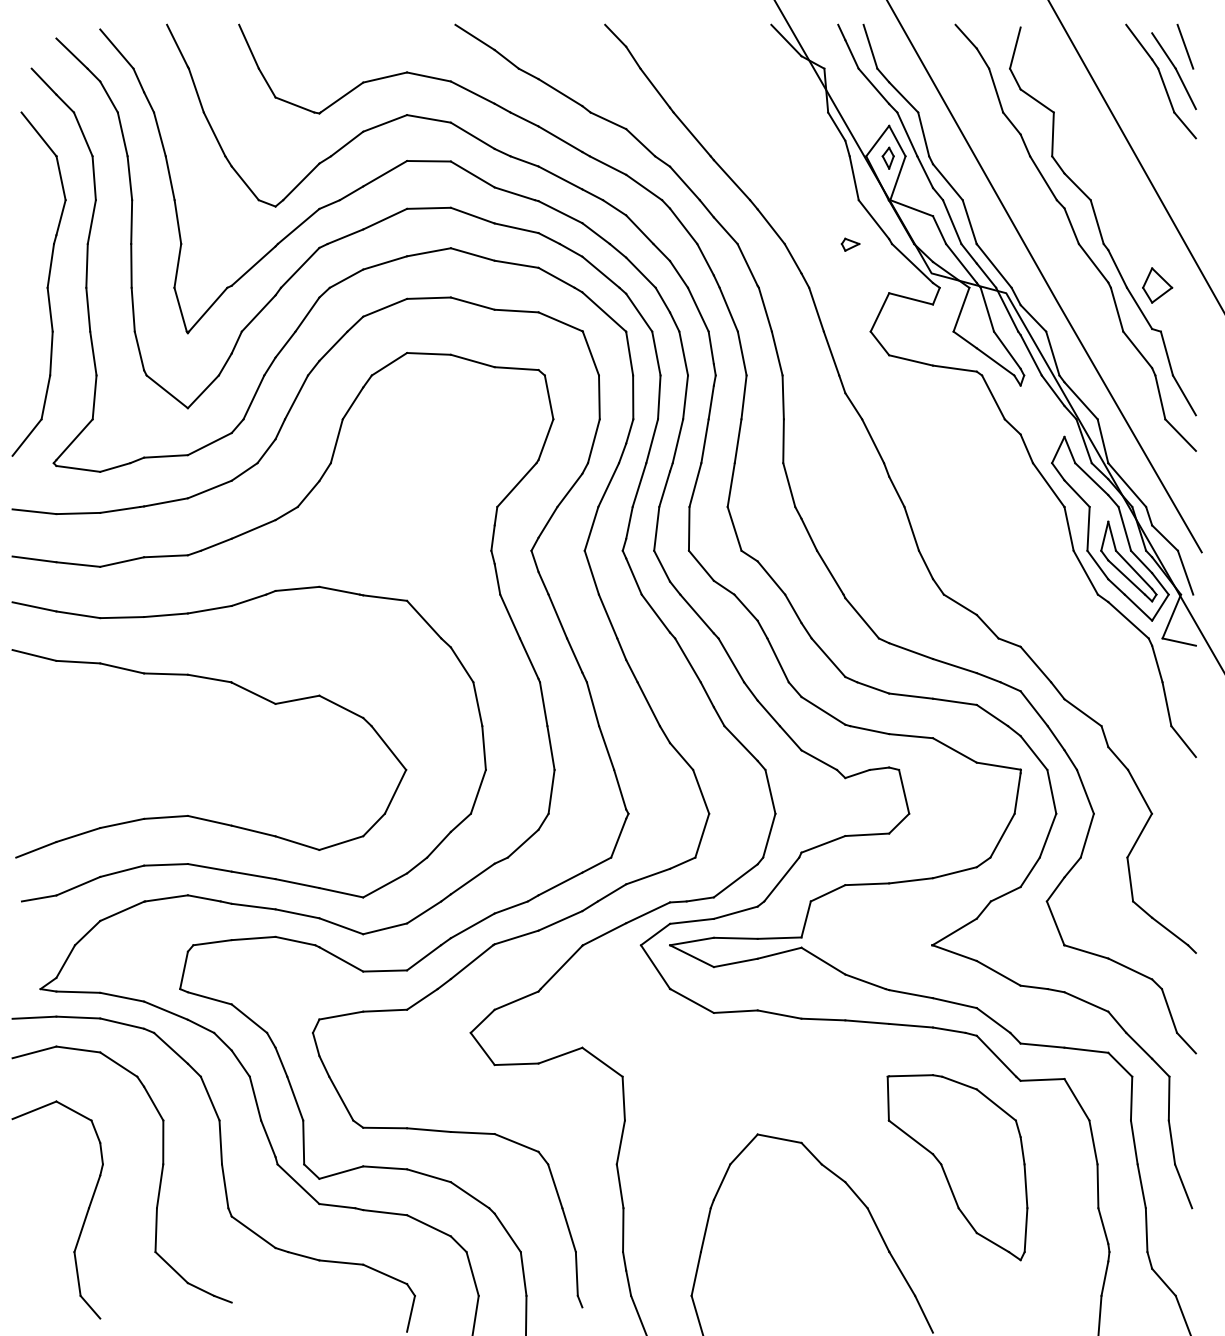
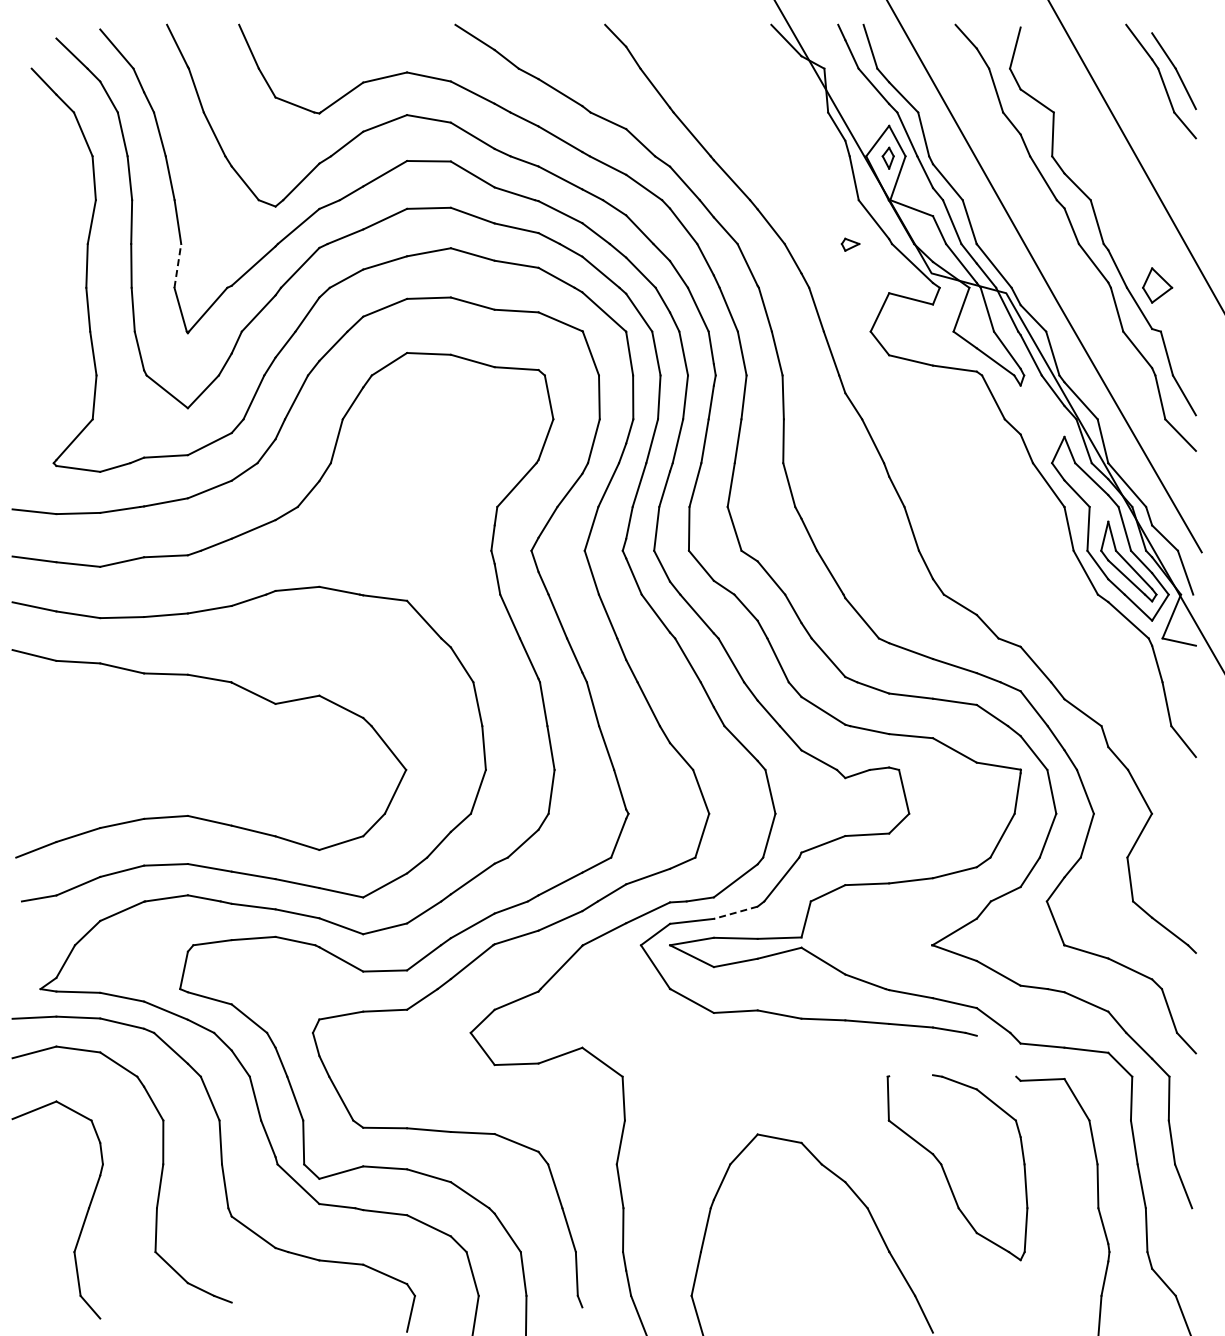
line at (1185, 46): present -> none
line at (177, 265): solid -> dashed
part at (46, 286): present -> none
line at (735, 912): solid -> dashed
line at (996, 1055): present -> none
line at (911, 1075): present -> none
